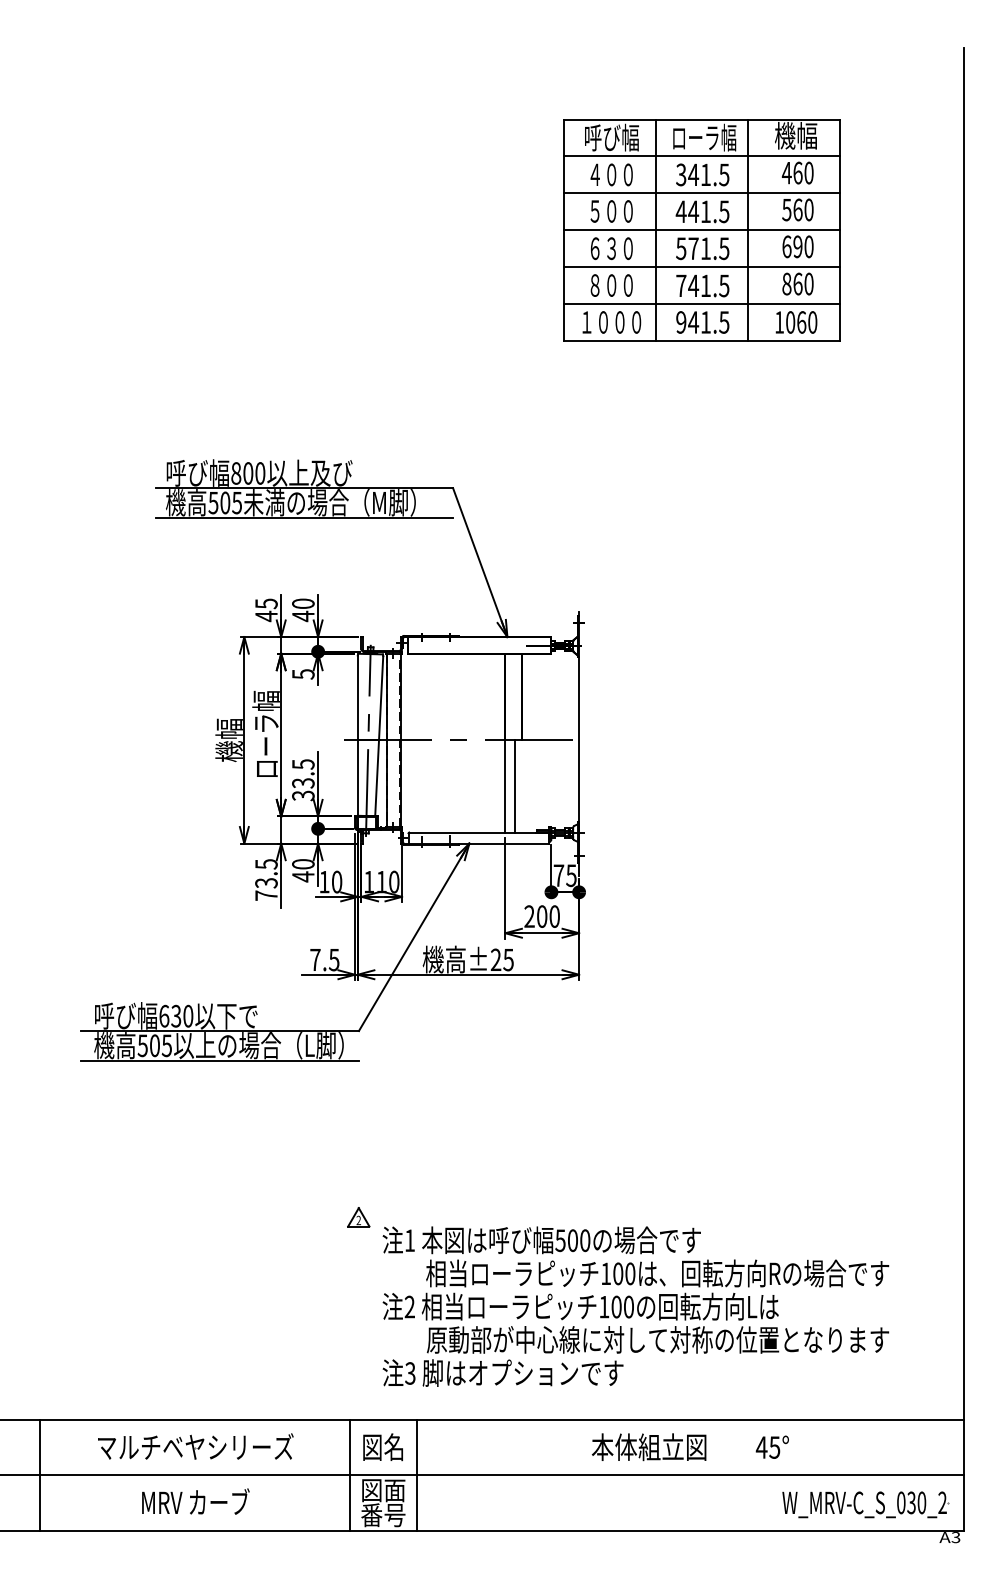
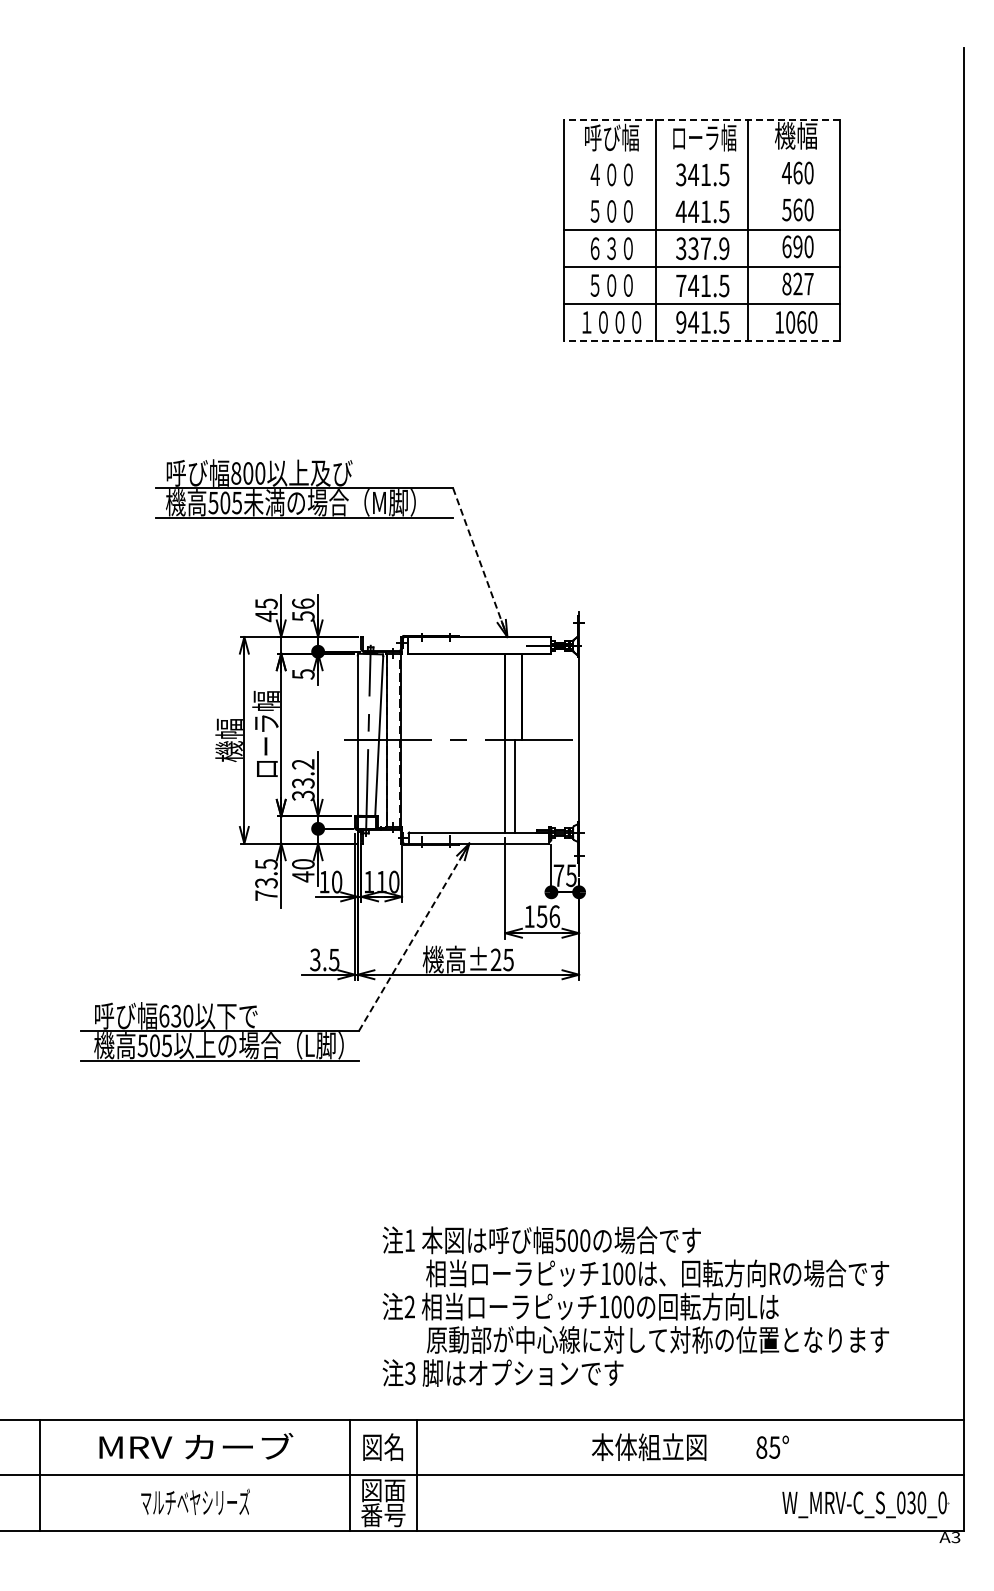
line at (701, 119): solid -> dashed
line at (701, 156): present -> none
line at (701, 193): present -> none
text at (702, 248): 571.5 -> 337.9
text at (803, 283): 860 -> 827
text at (594, 285): ８００ -> ５００
line at (701, 340): solid -> dashed
line at (480, 563): solid -> dashed
text at (303, 610): 40 -> 56
text at (303, 764): 33.5 -> 33.2
text at (542, 916): 200 -> 156
line at (414, 937): solid -> dashed
text at (315, 959): 7.5 -> 3.5
part at (358, 1217): present -> none
text at (195, 1446): マルチベヤシリーズ -> MRV カーブ
text at (761, 1447): 45° -> 85°
text at (195, 1501): MRV カーブ -> マルチベヤシリーズ
text at (942, 1502): W_MRV-C_S_030_2 -> W_MRV-C_S_030_0
